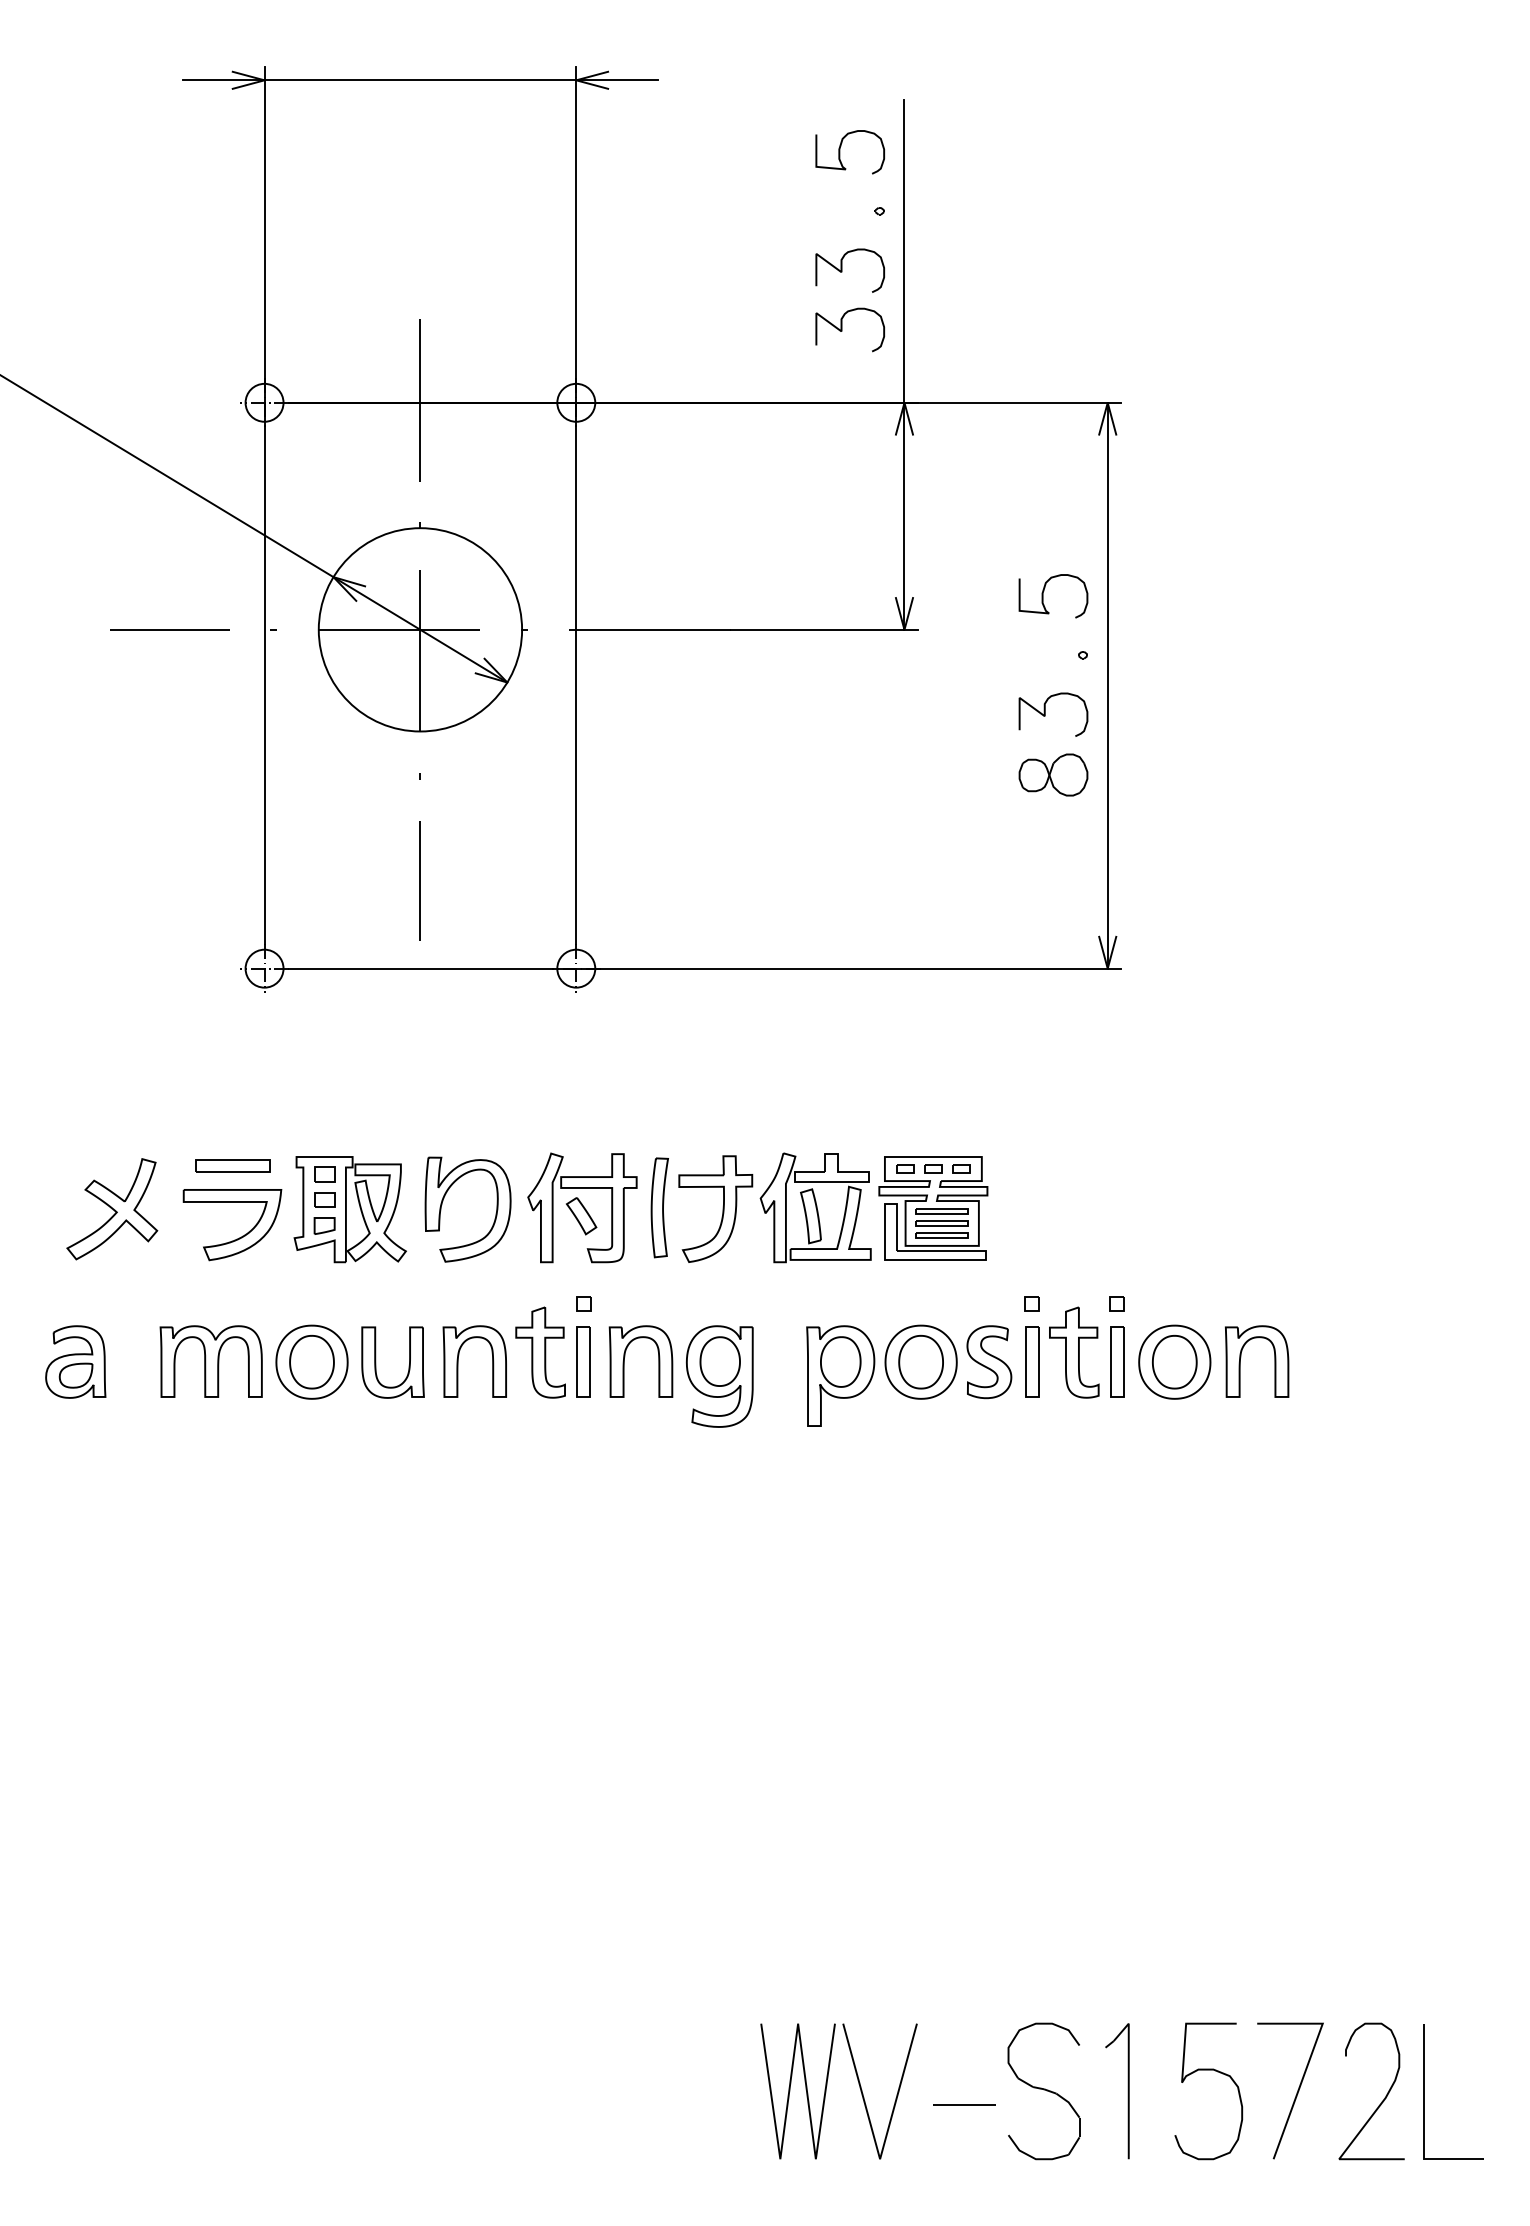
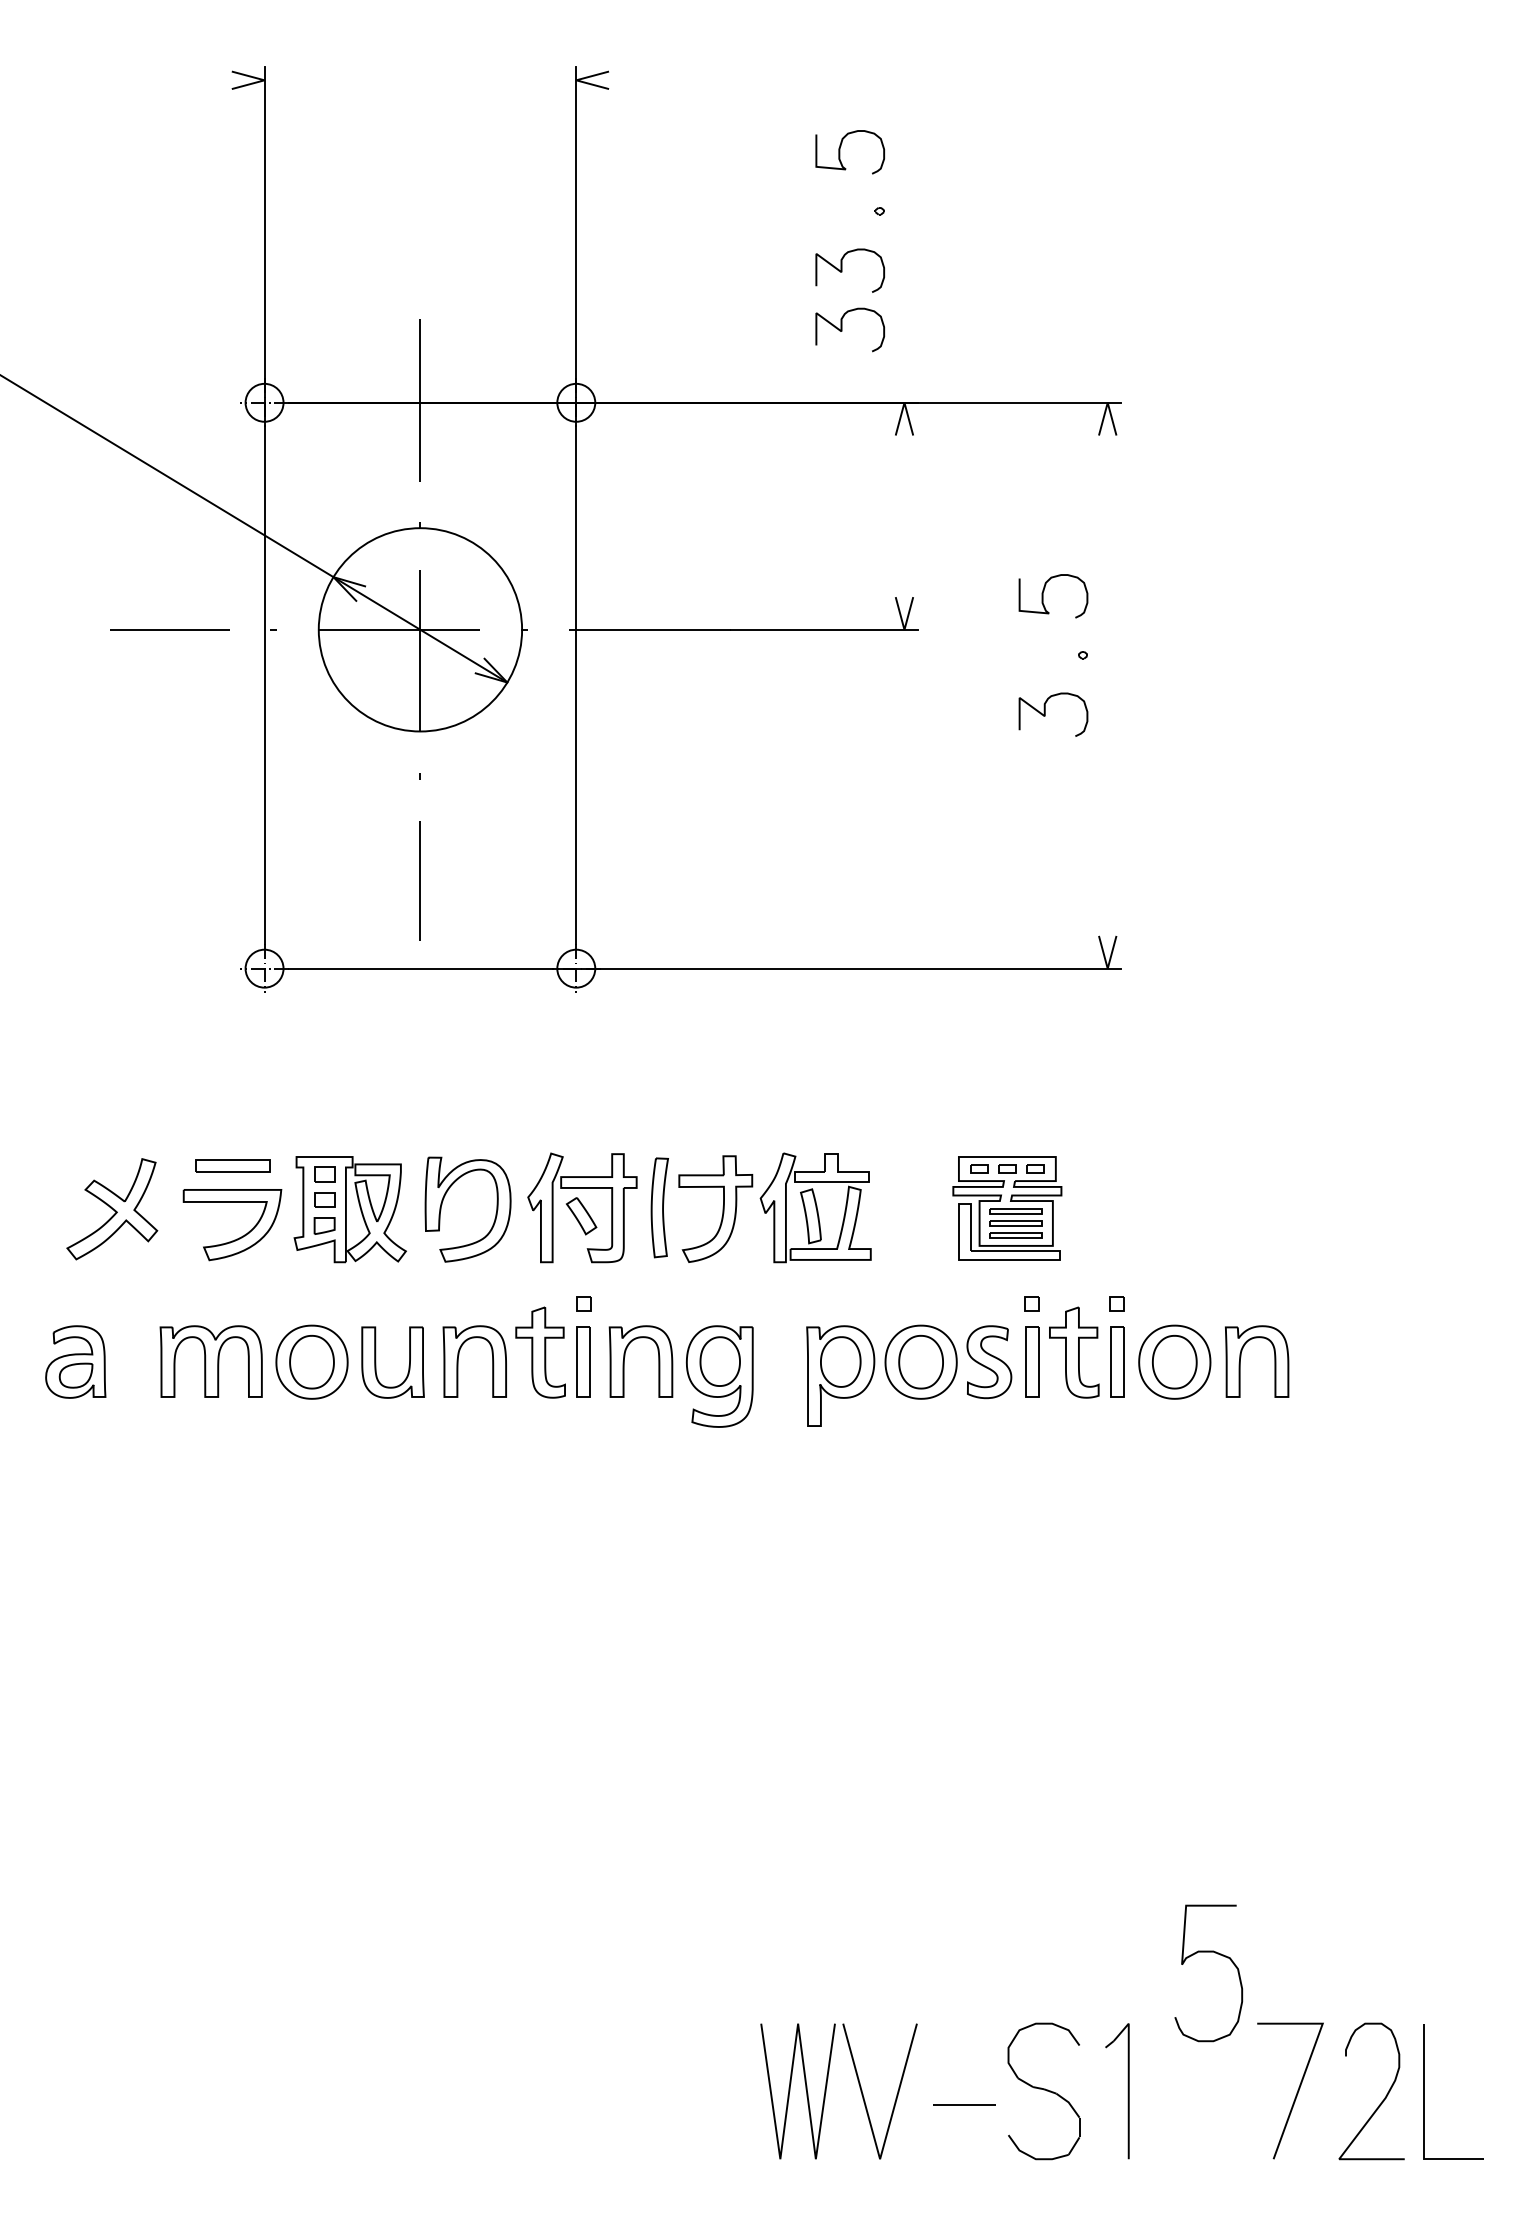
line at (420, 80): present -> none
line at (904, 364): present -> none
line at (1107, 685): present -> none
part at (1053, 774): present -> none
part at (933, 1208) position: (933, 1208) -> (1007, 1208)
curve at (1208, 2070) position: (1208, 2070) -> (1208, 1952)
